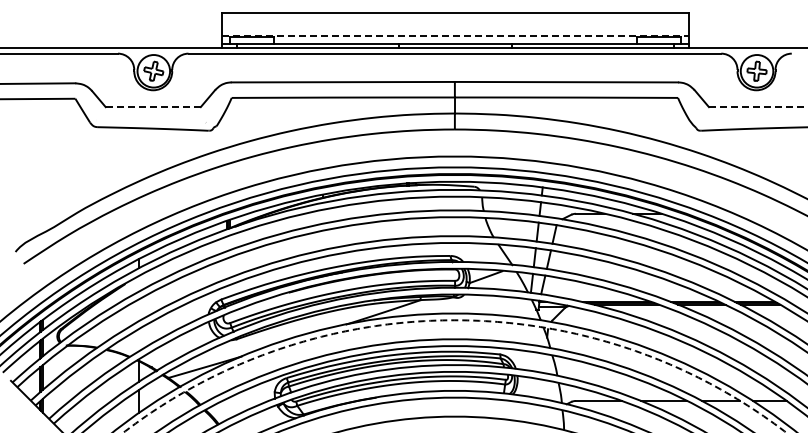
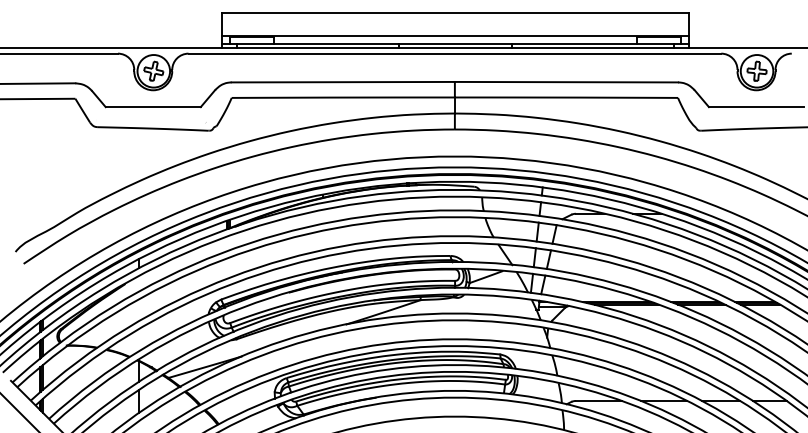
line at (455, 36): dashed -> solid
line at (153, 107): dashed -> solid
line at (756, 107): dashed -> solid
arc at (454, 320): dashed -> solid
line at (19, 412): none -> present
